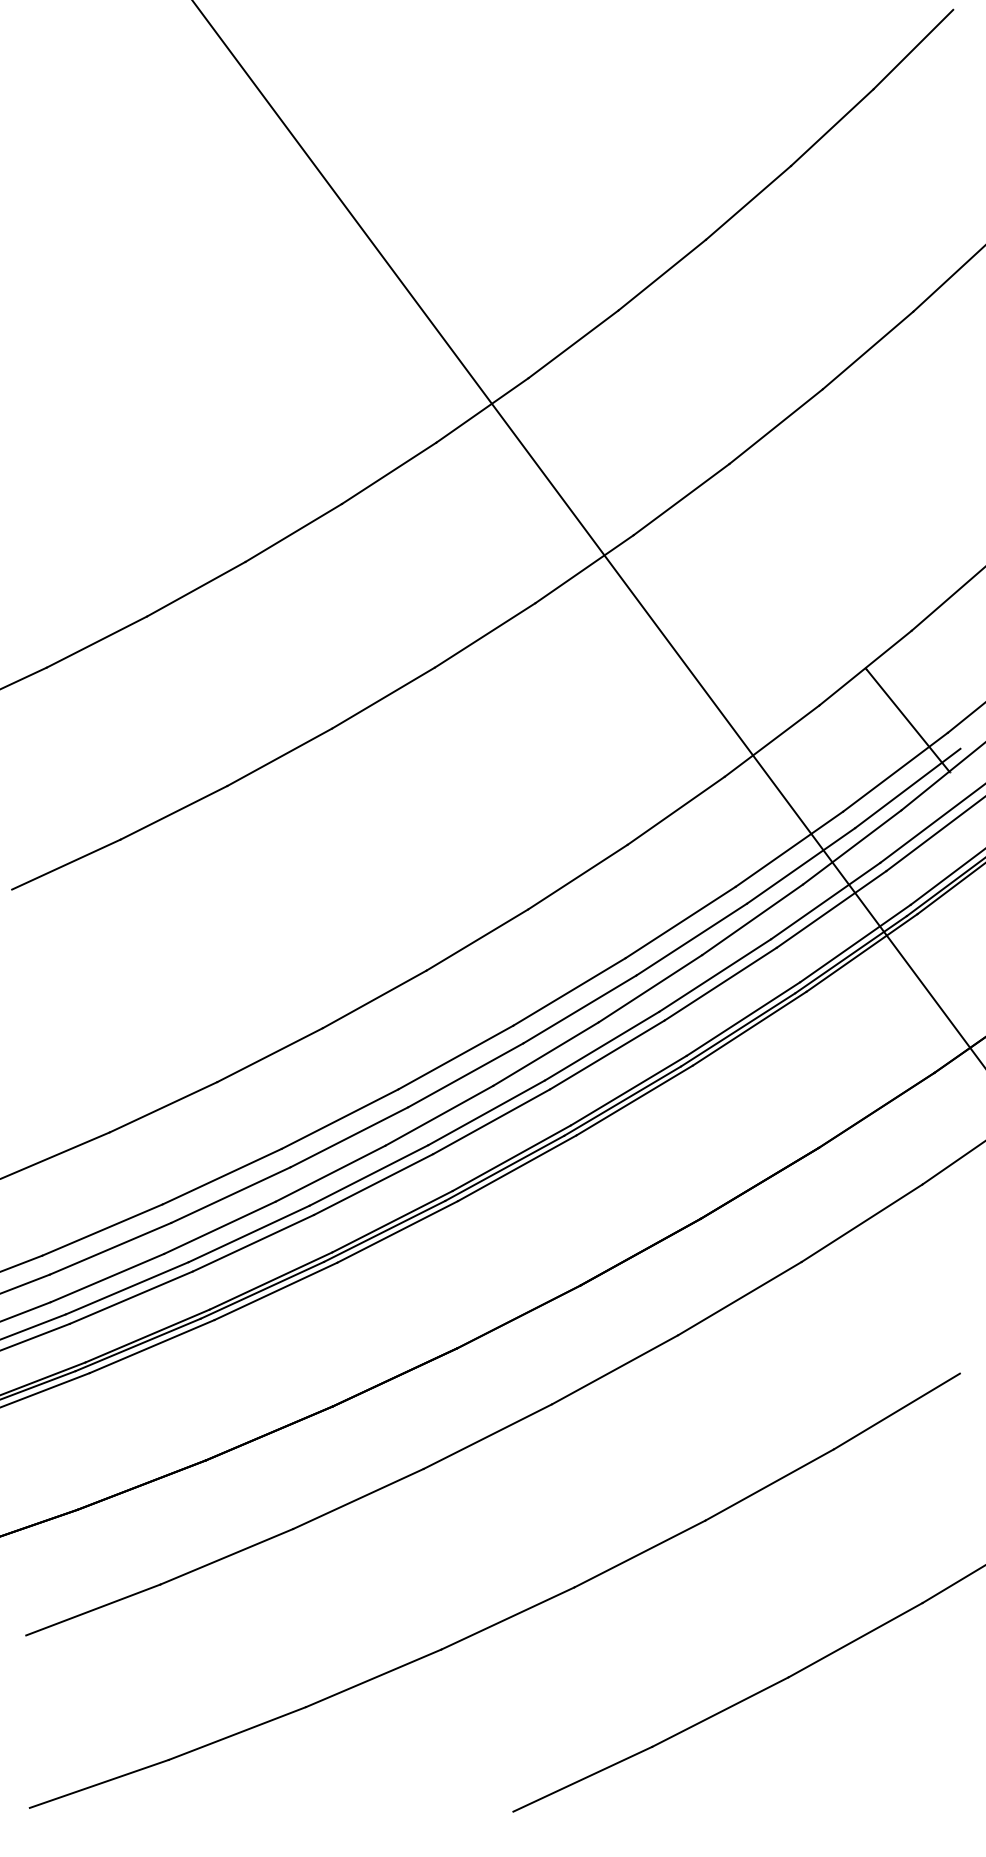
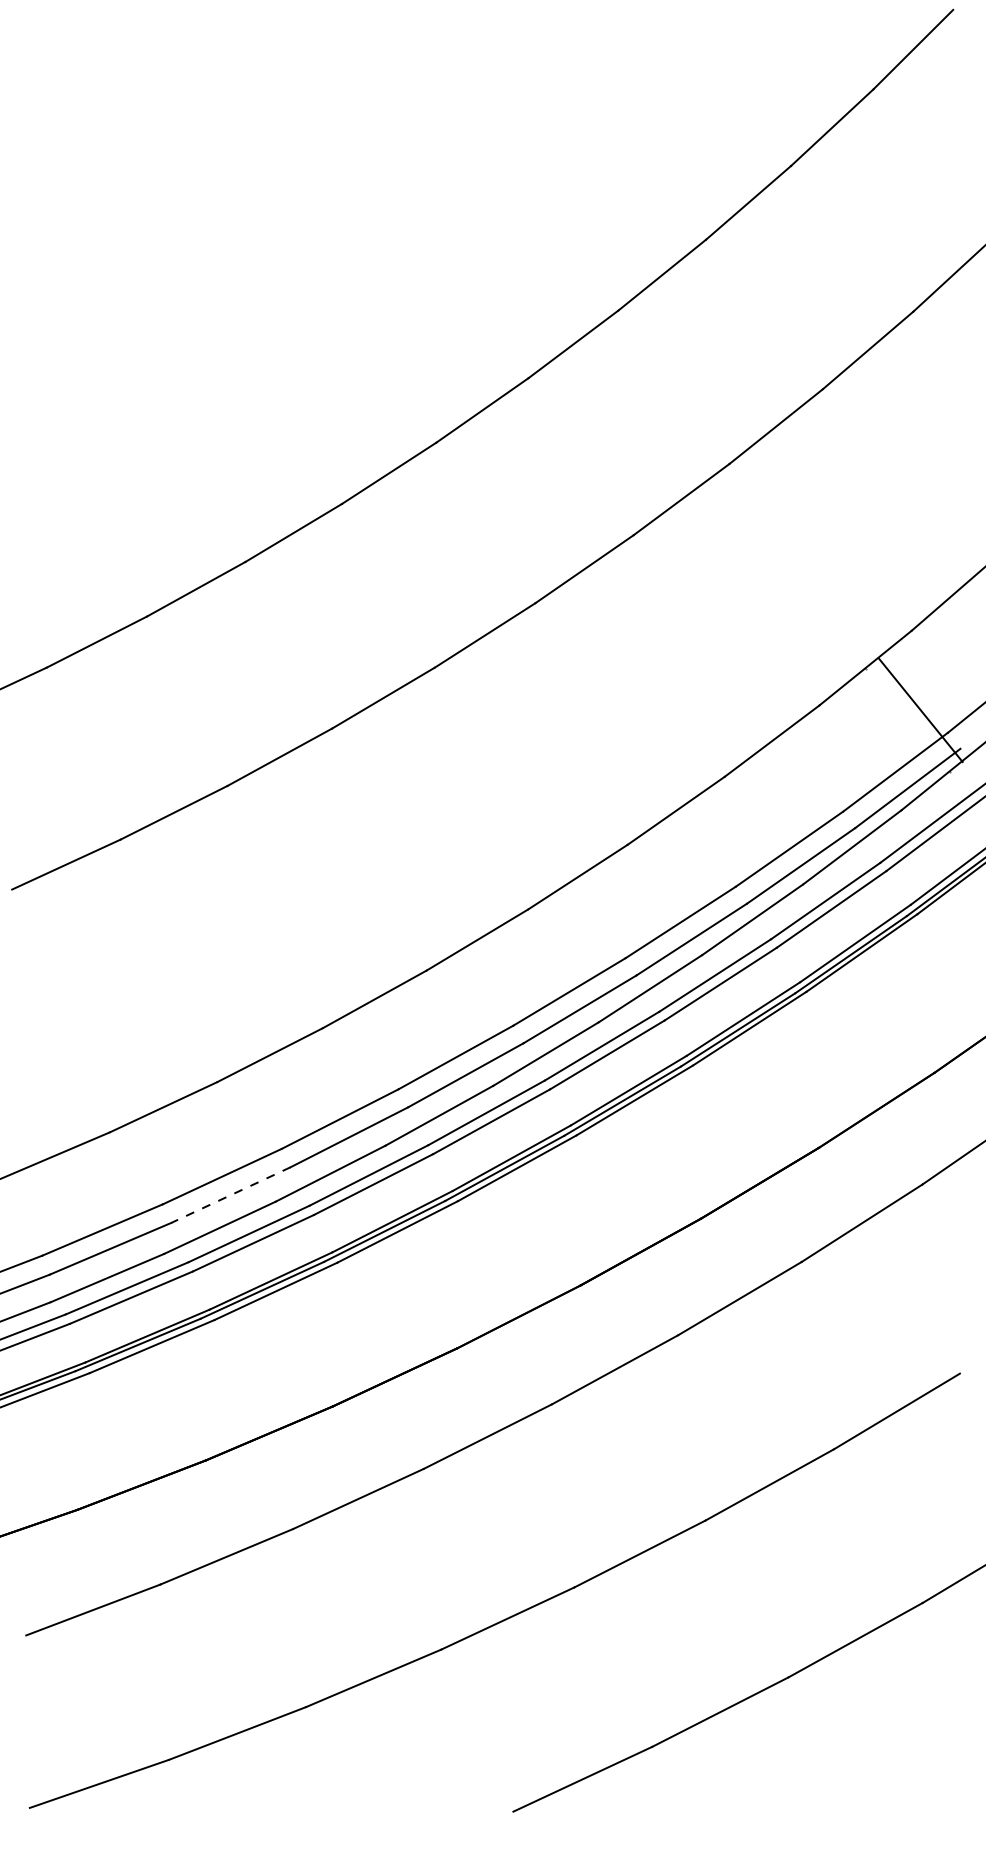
line at (587, 533): present -> none
line at (907, 719) position: (907, 719) -> (920, 709)
line at (230, 1195): solid -> dashed
